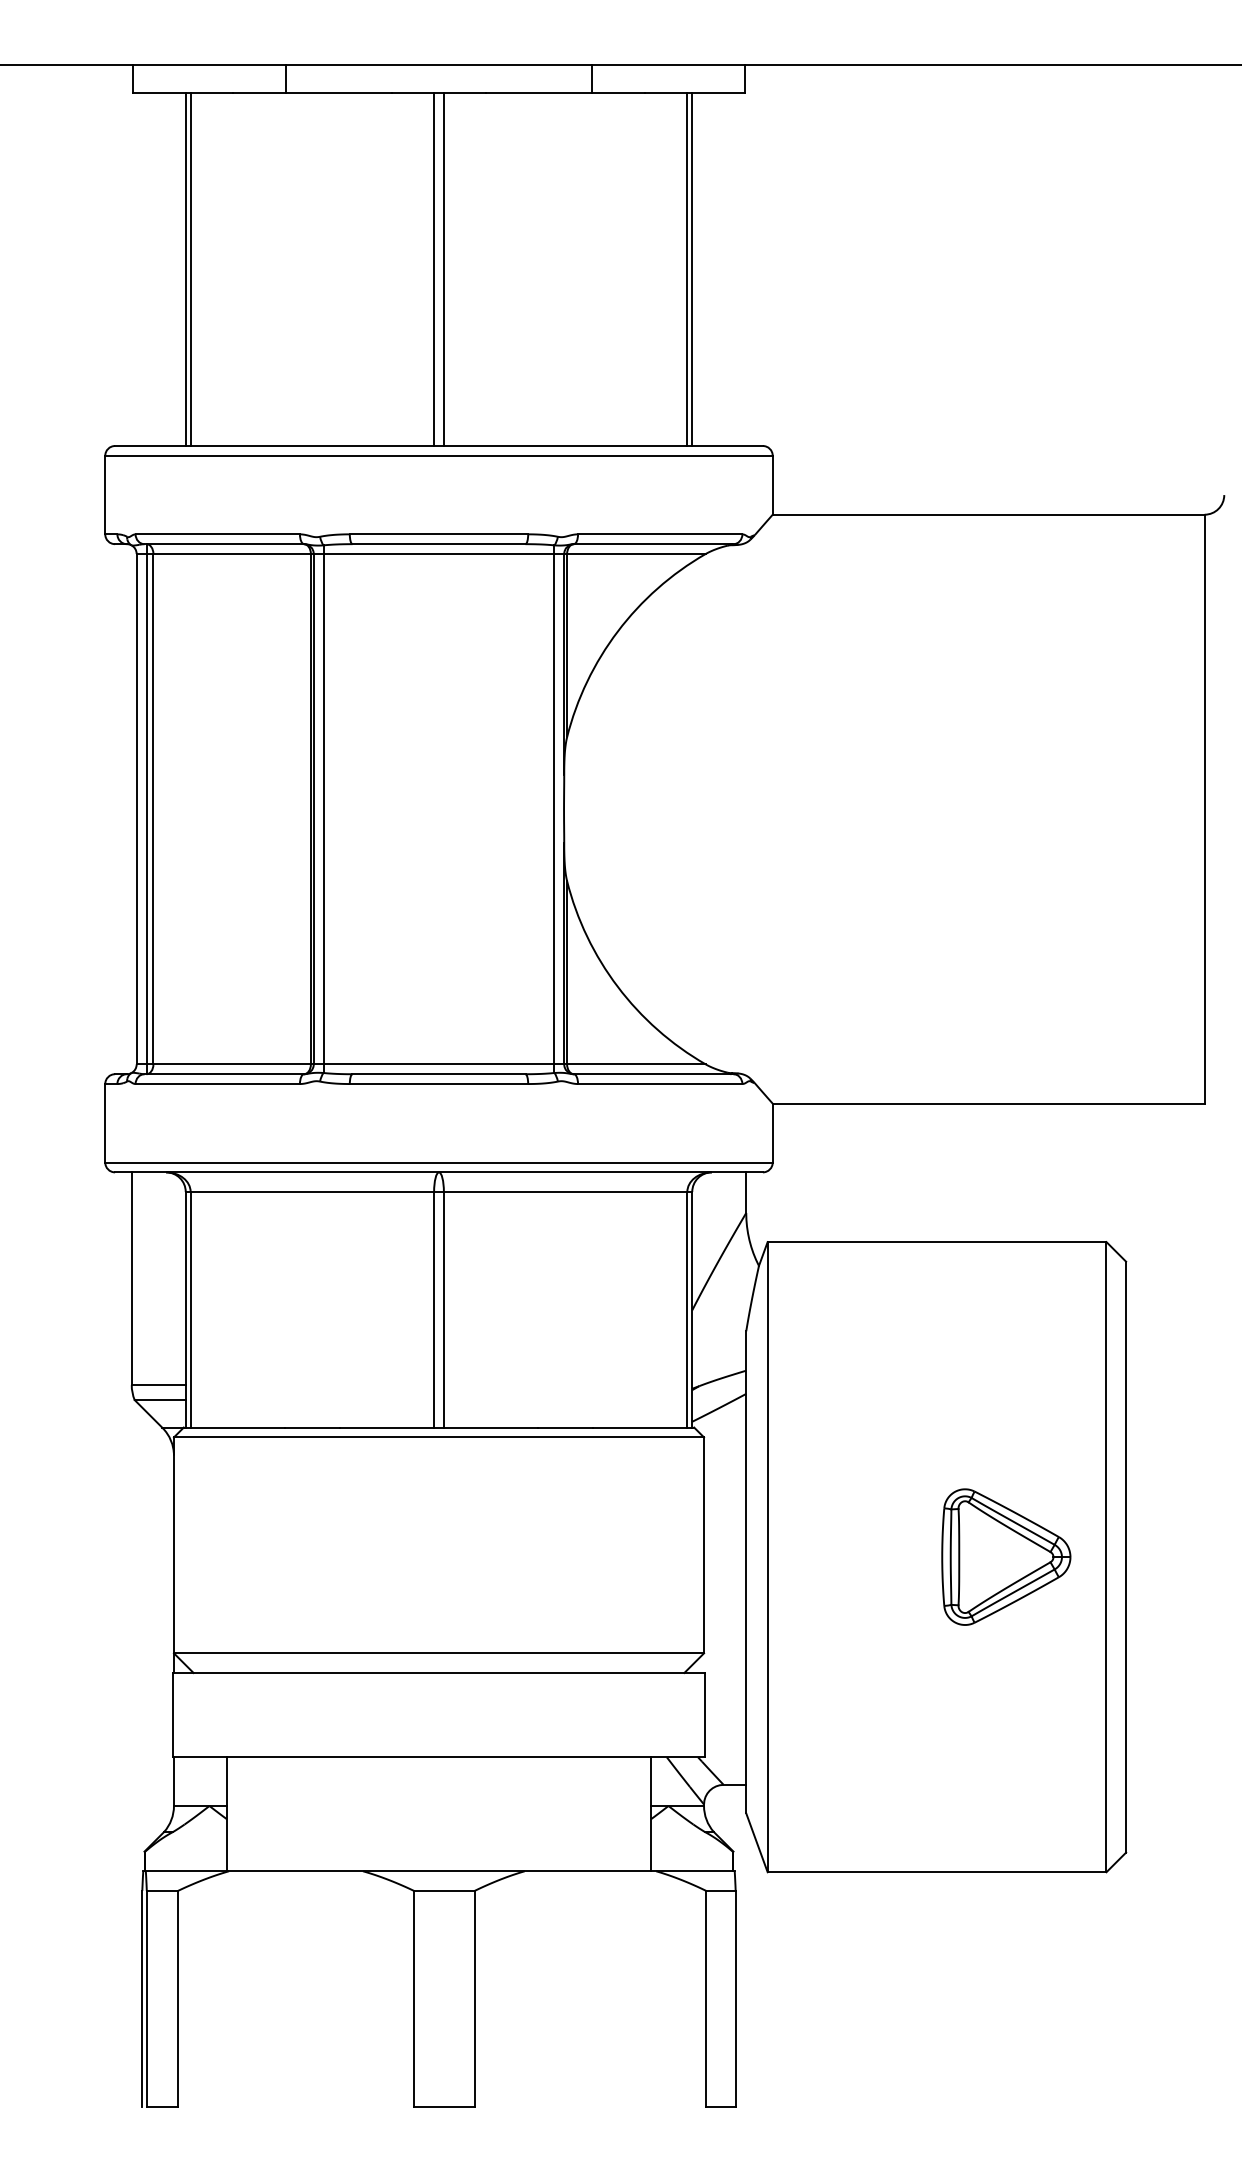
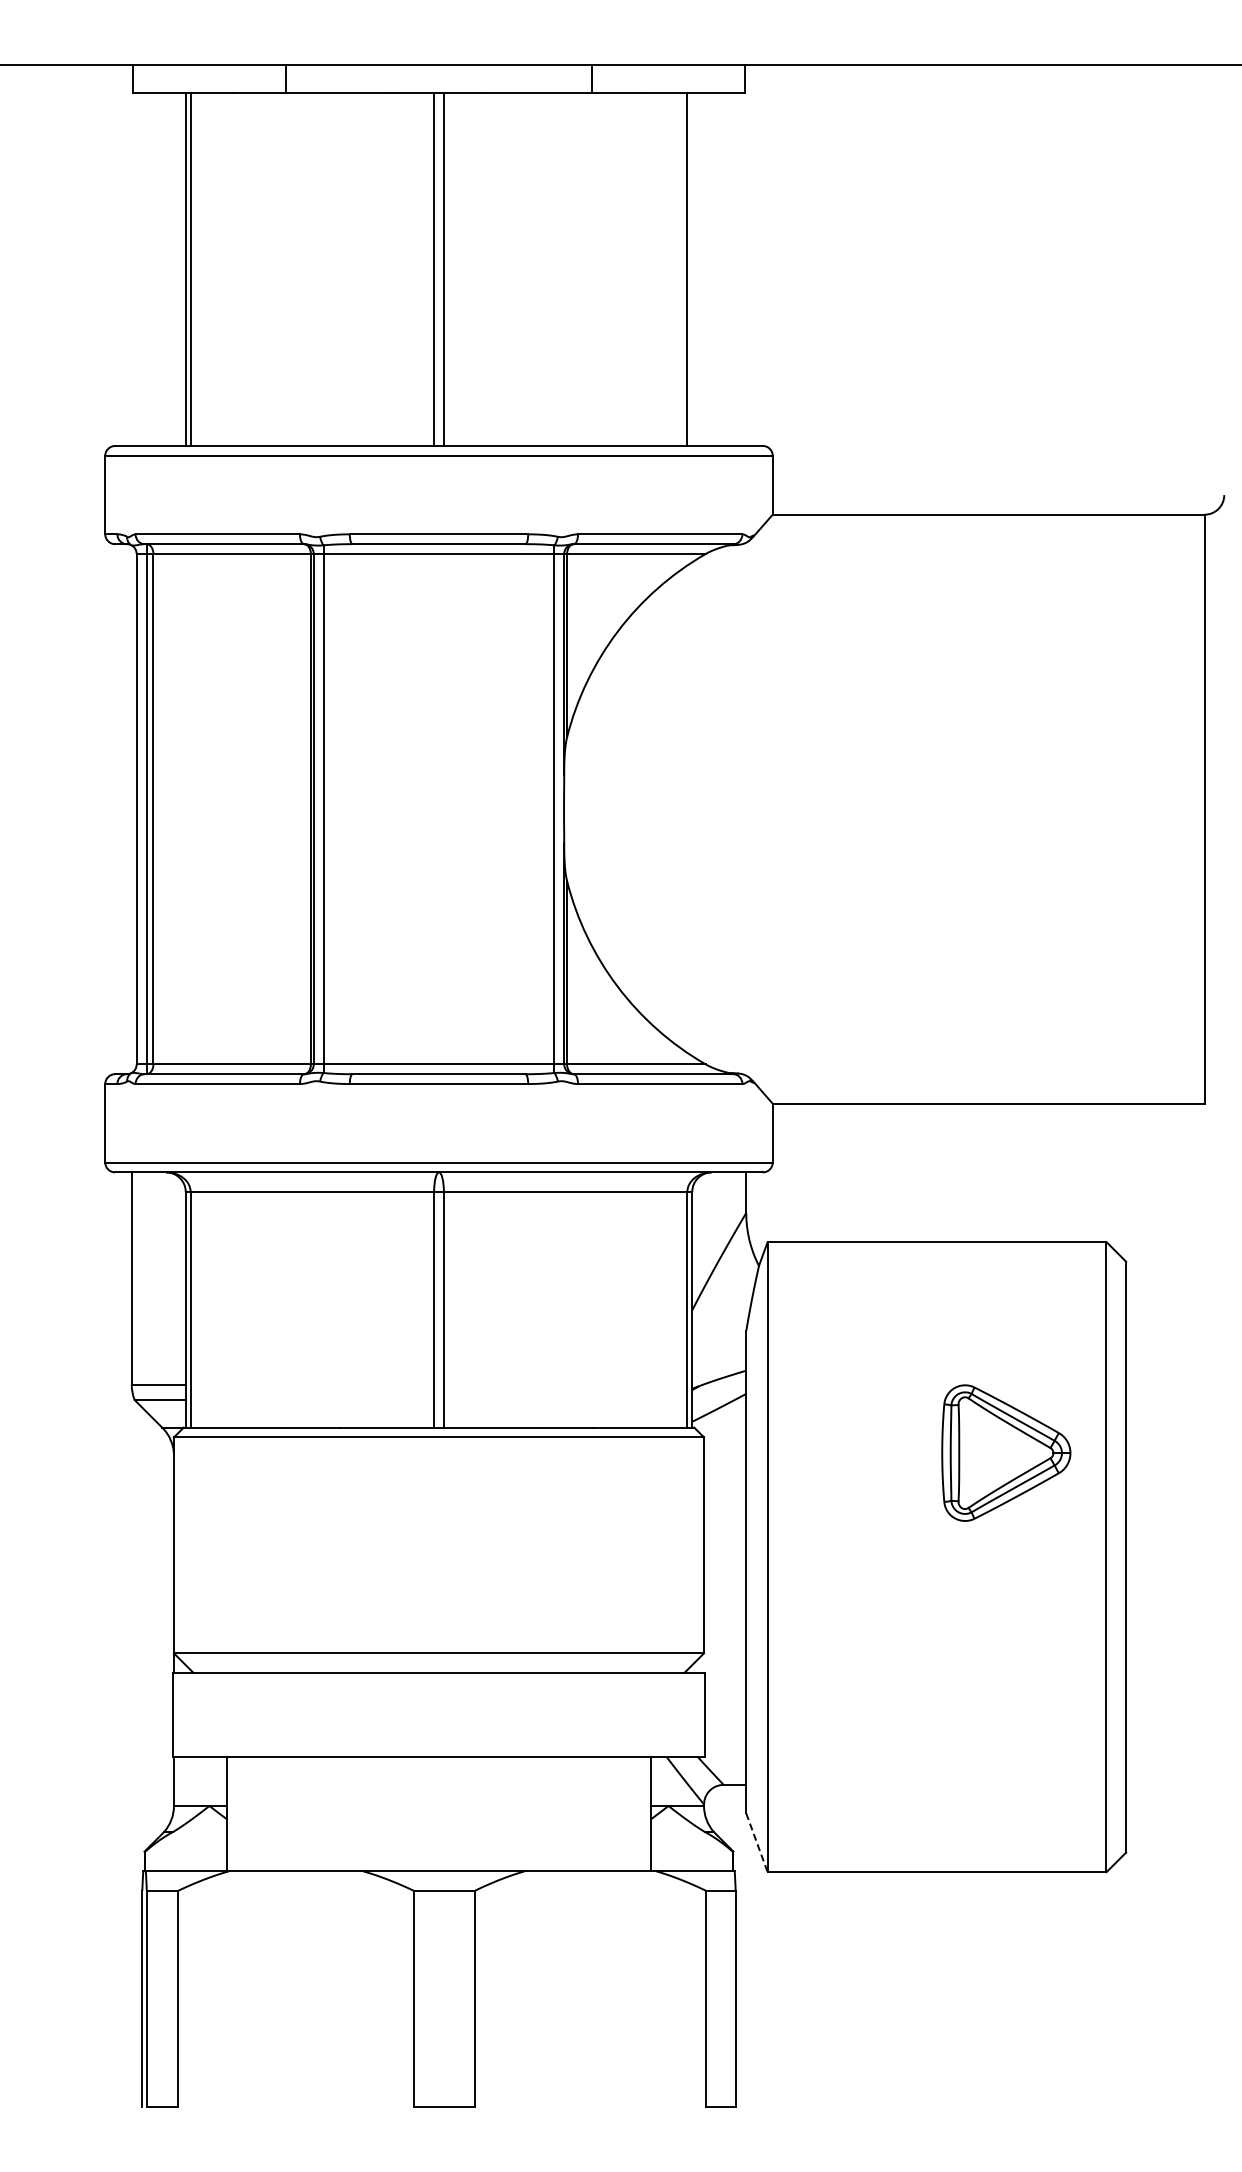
line at (692, 269): present -> none
part at (1006, 1556) position: (1006, 1556) -> (1006, 1452)
line at (757, 1843): solid -> dashed
